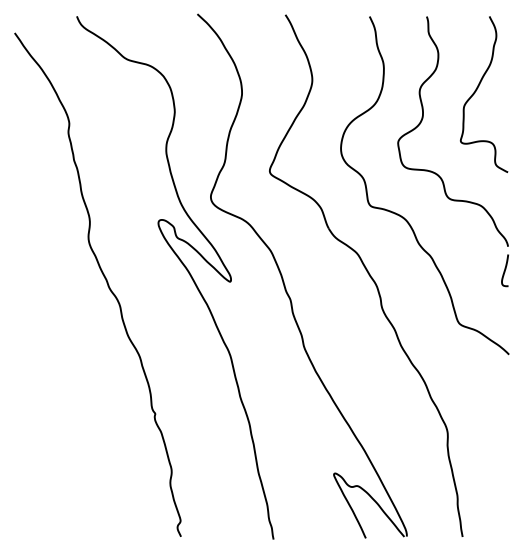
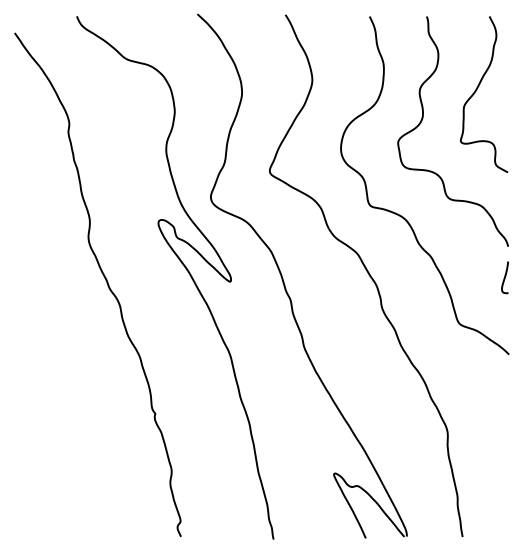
curve at (504, 270) position: (504, 270) -> (504, 277)
